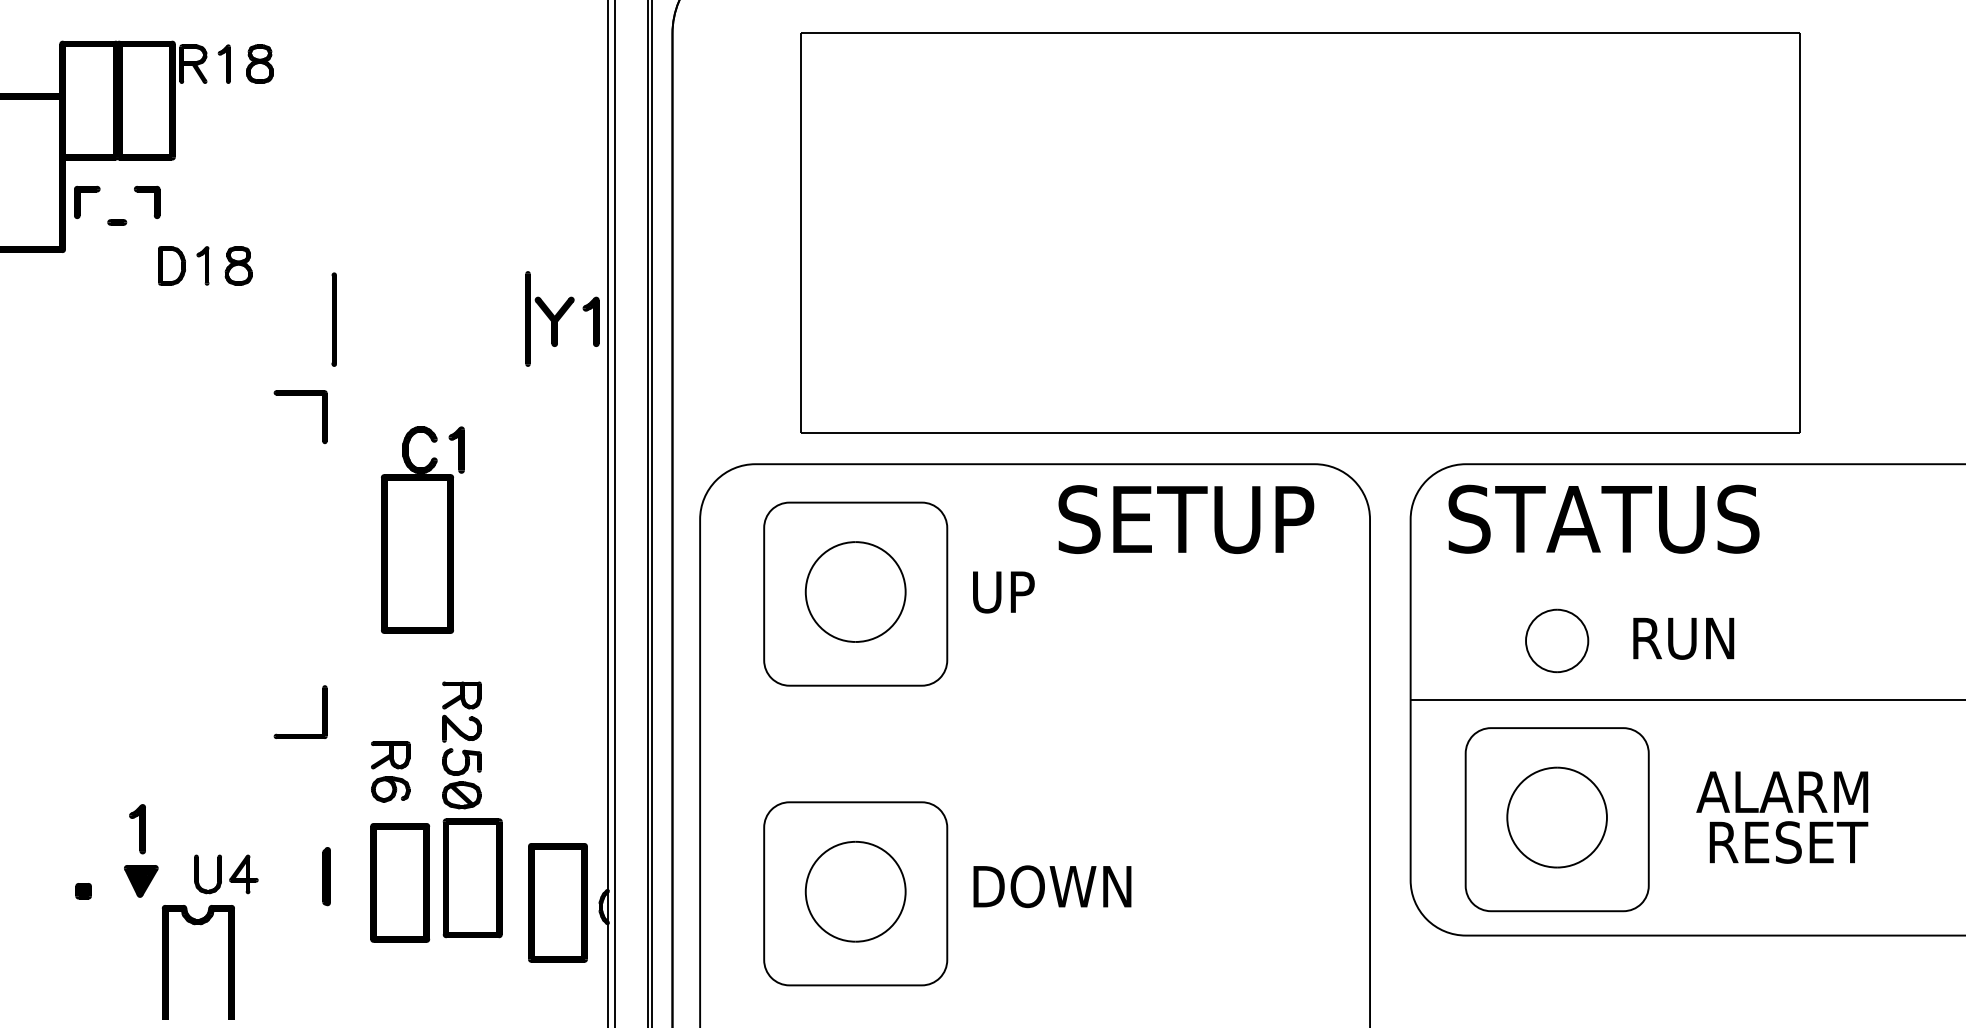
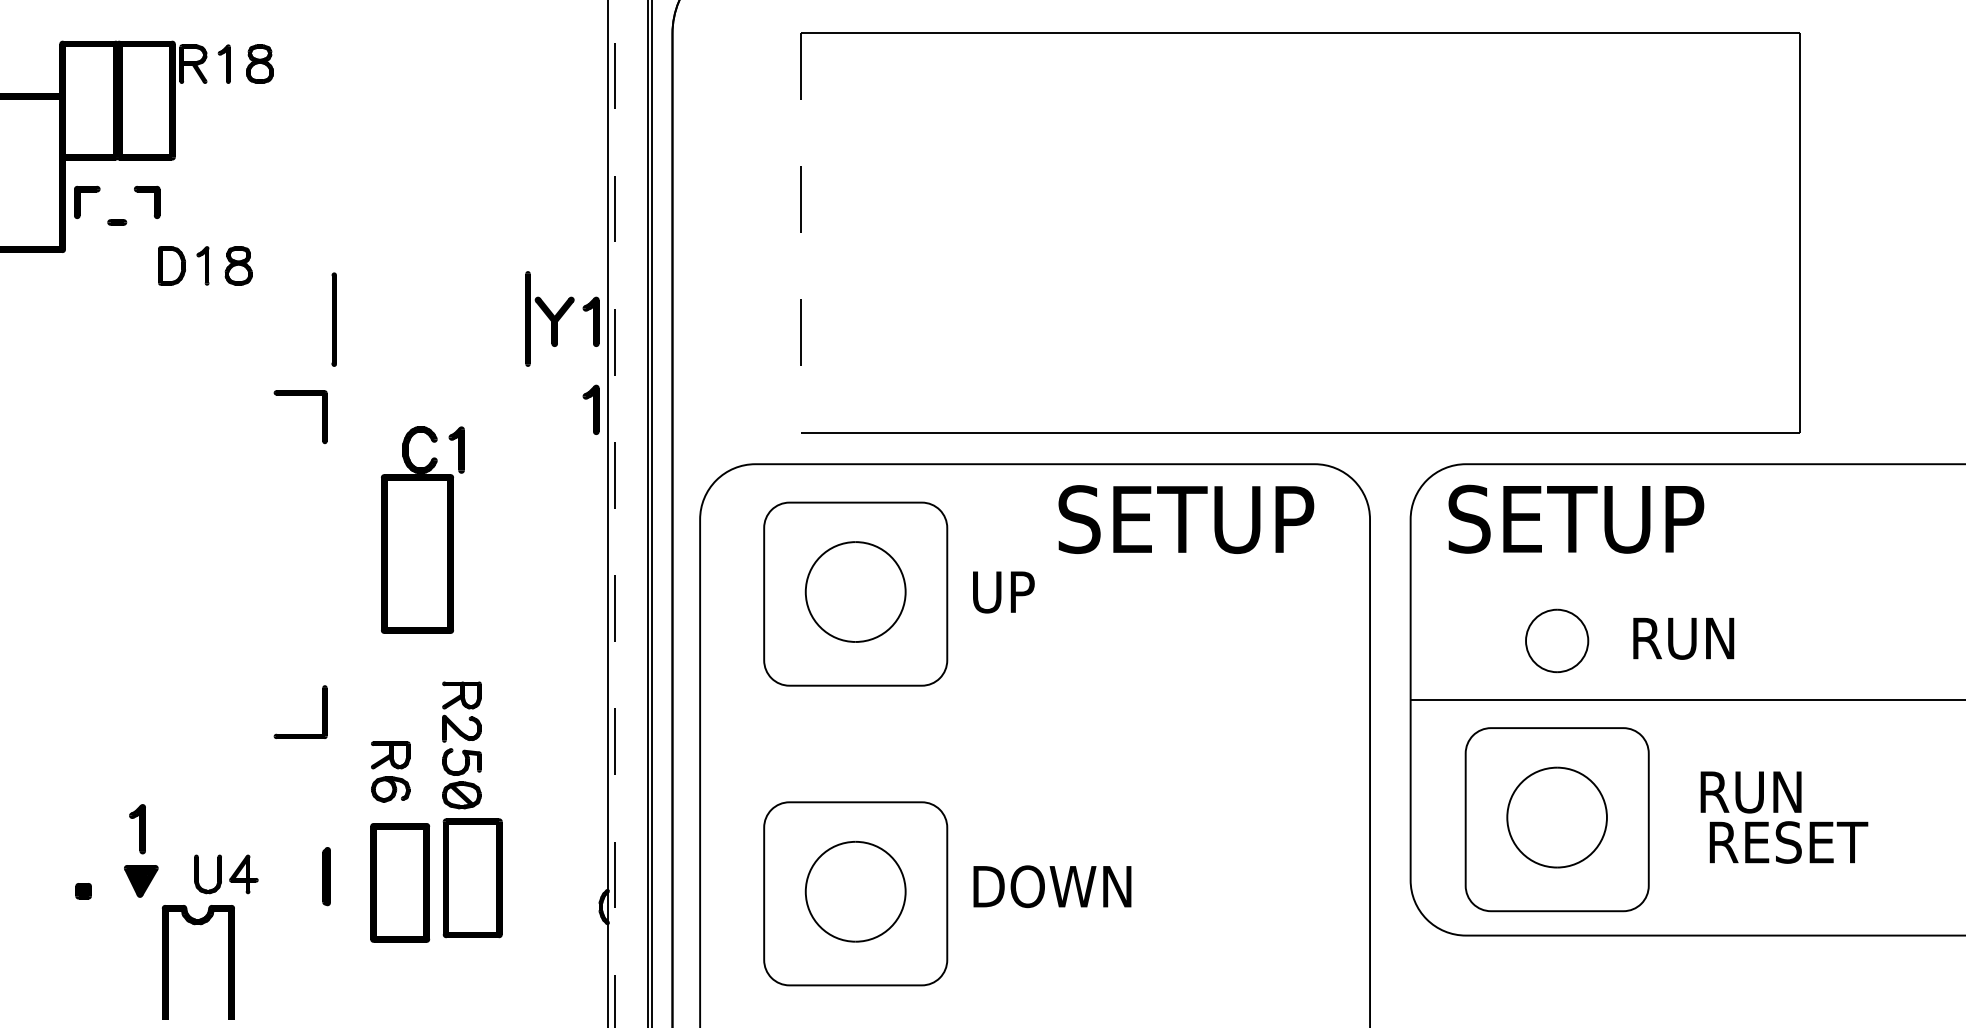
line at (801, 232): solid -> dashed
part at (590, 409): none -> present
line at (615, 514): solid -> dashed
text at (1627, 518): STATUS -> SETUP
text at (1782, 792): ALARM -> RUN
part at (557, 902): present -> none
